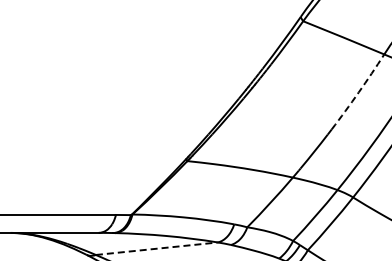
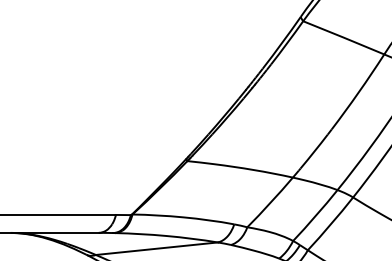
arc at (358, 92): dashed -> solid
line at (157, 248): dashed -> solid
